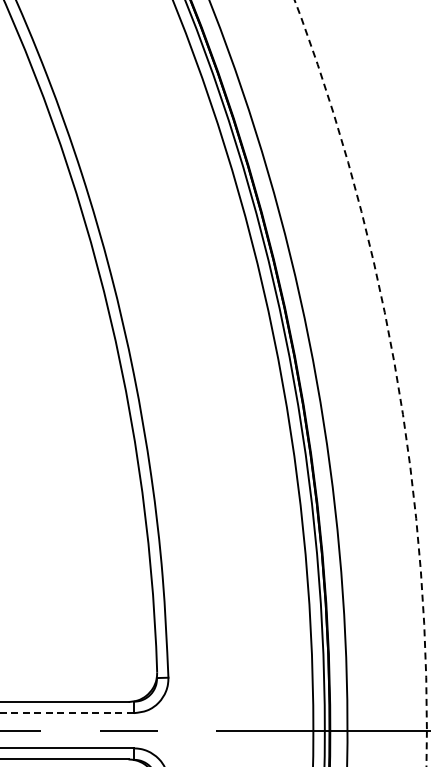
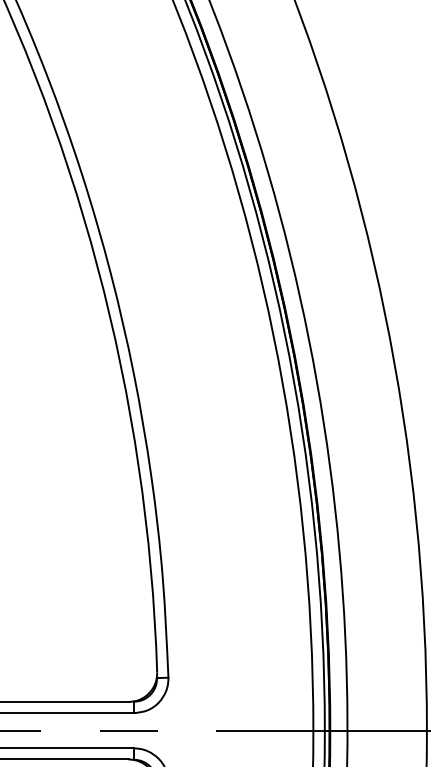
circle at (360, 383): dashed -> solid
line at (67, 713): dashed -> solid
